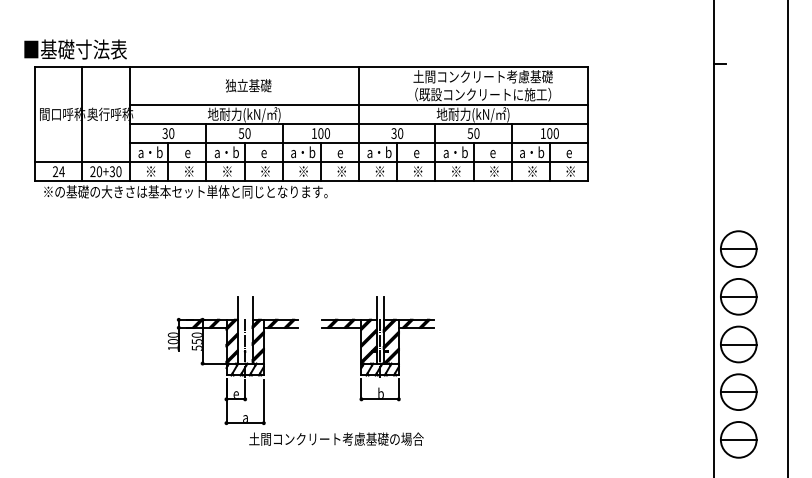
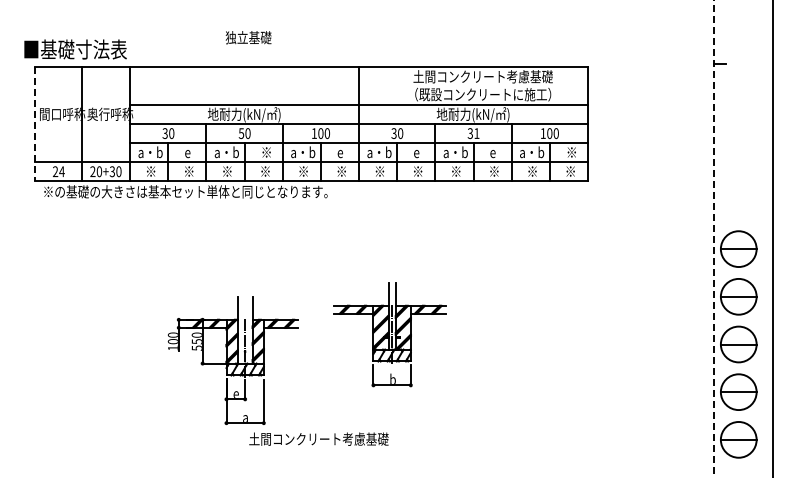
text at (248, 85) position: (248, 85) -> (248, 37)
line at (34, 124): solid -> dashed
text at (473, 133): 50 -> 31
text at (265, 152): e -> ※
text at (570, 152): e -> ※
line at (787, 238) position: (787, 238) -> (772, 238)
line at (713, 239): solid -> dashed
part at (377, 348) position: (377, 348) -> (389, 334)
text at (406, 438): 土間コンクリート考慮基礎の場合 -> 土間コンクリート考慮基礎
